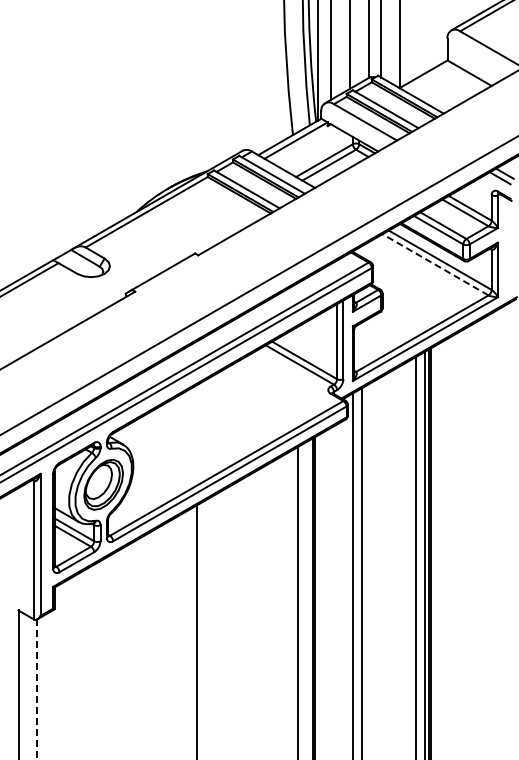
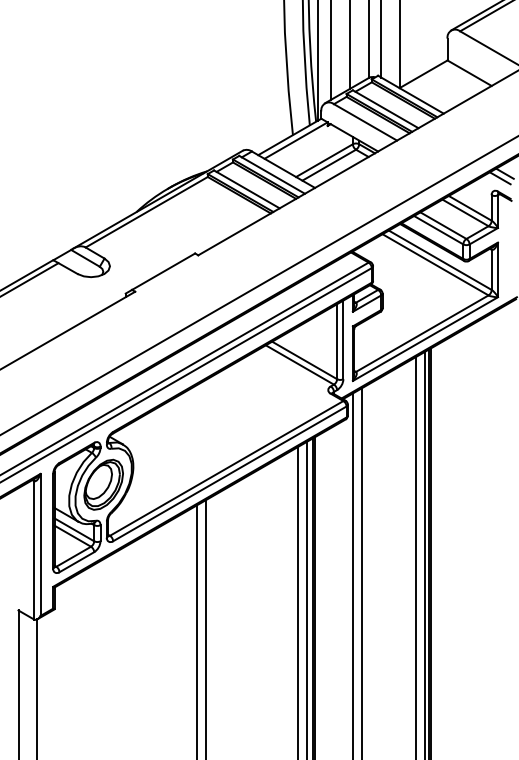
line at (435, 264): dashed -> solid
line at (307, 598): none -> present
line at (206, 627): none -> present
line at (37, 689): dashed -> solid
